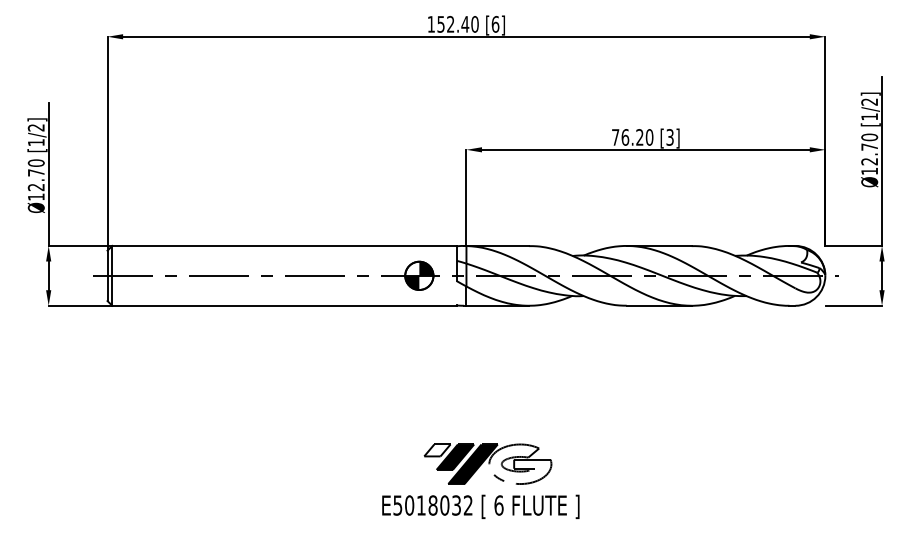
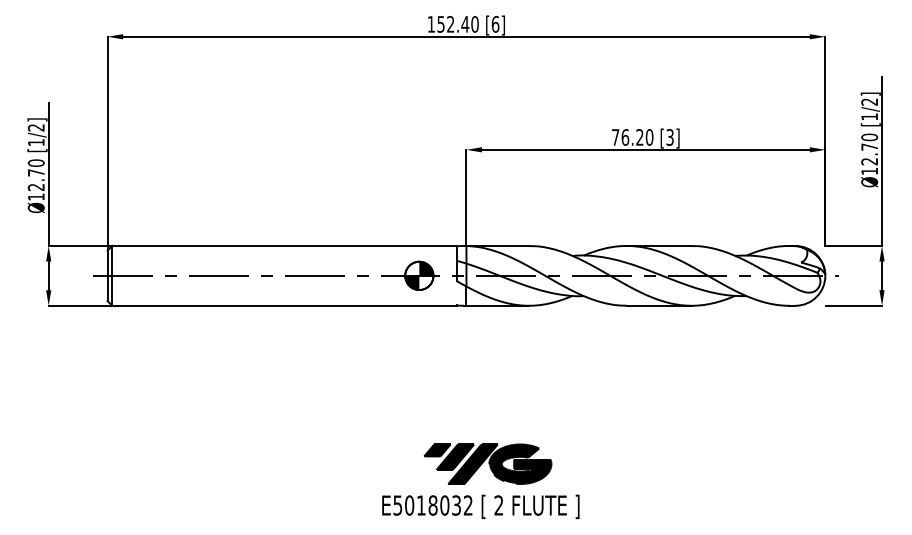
fill at (437, 450): none -> present
fill at (520, 464): none -> present
text at (498, 505): 6 -> 2
